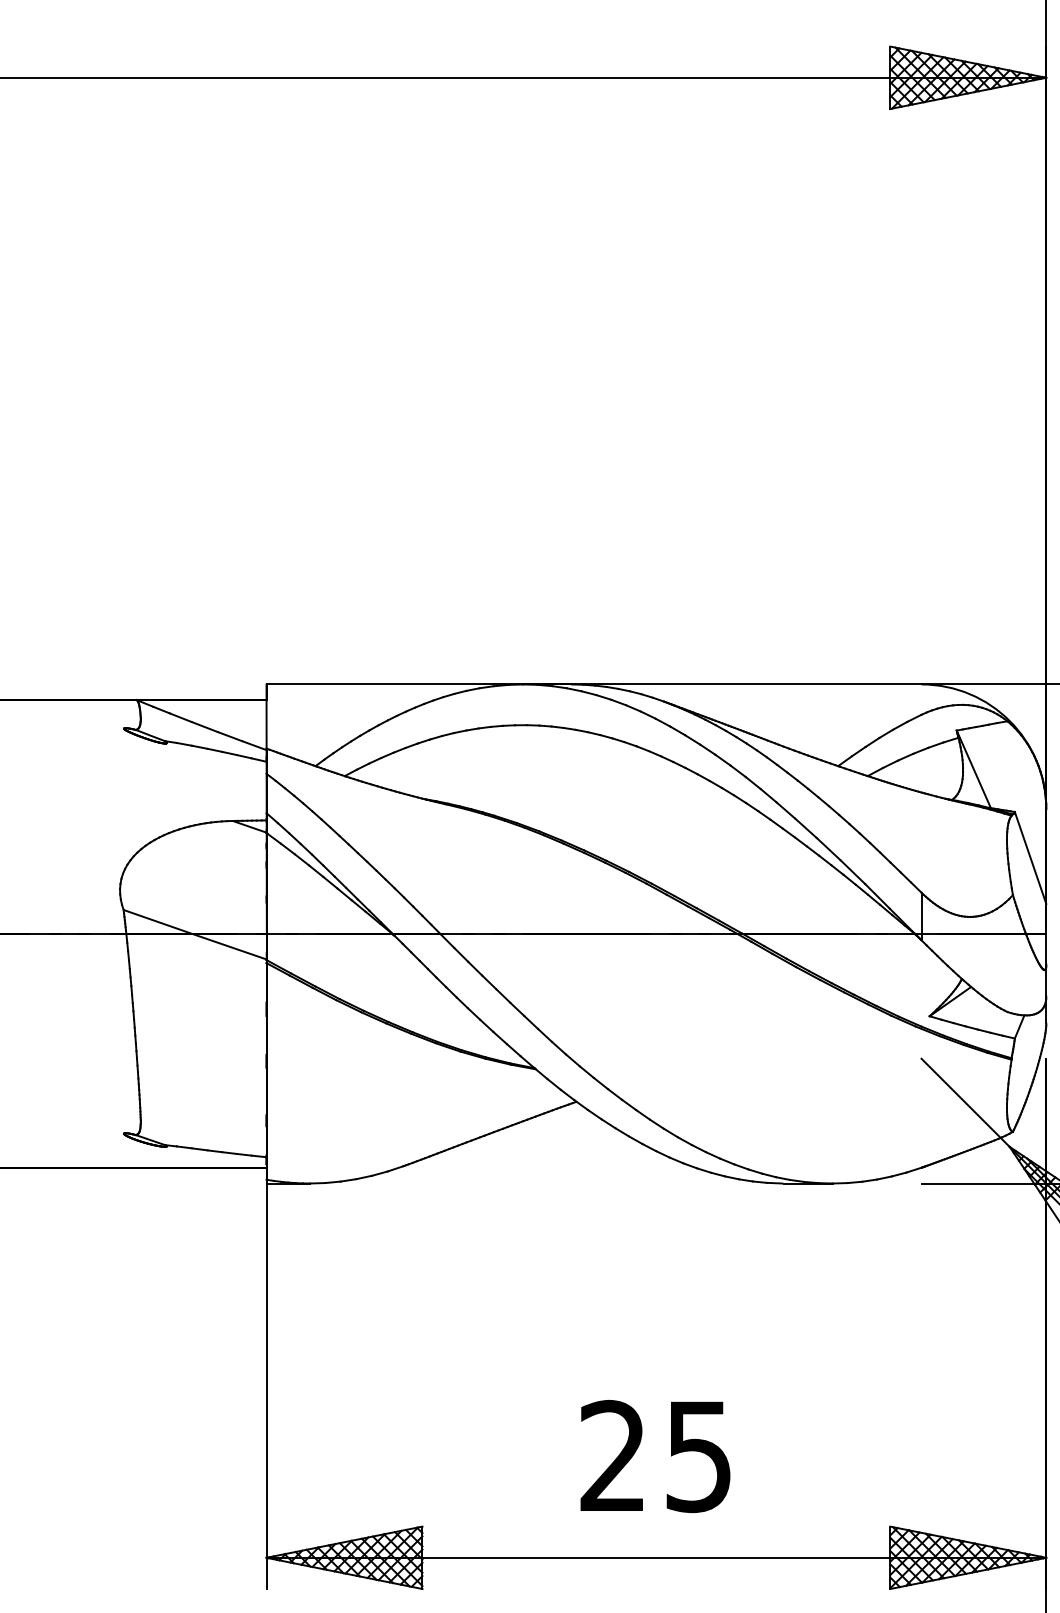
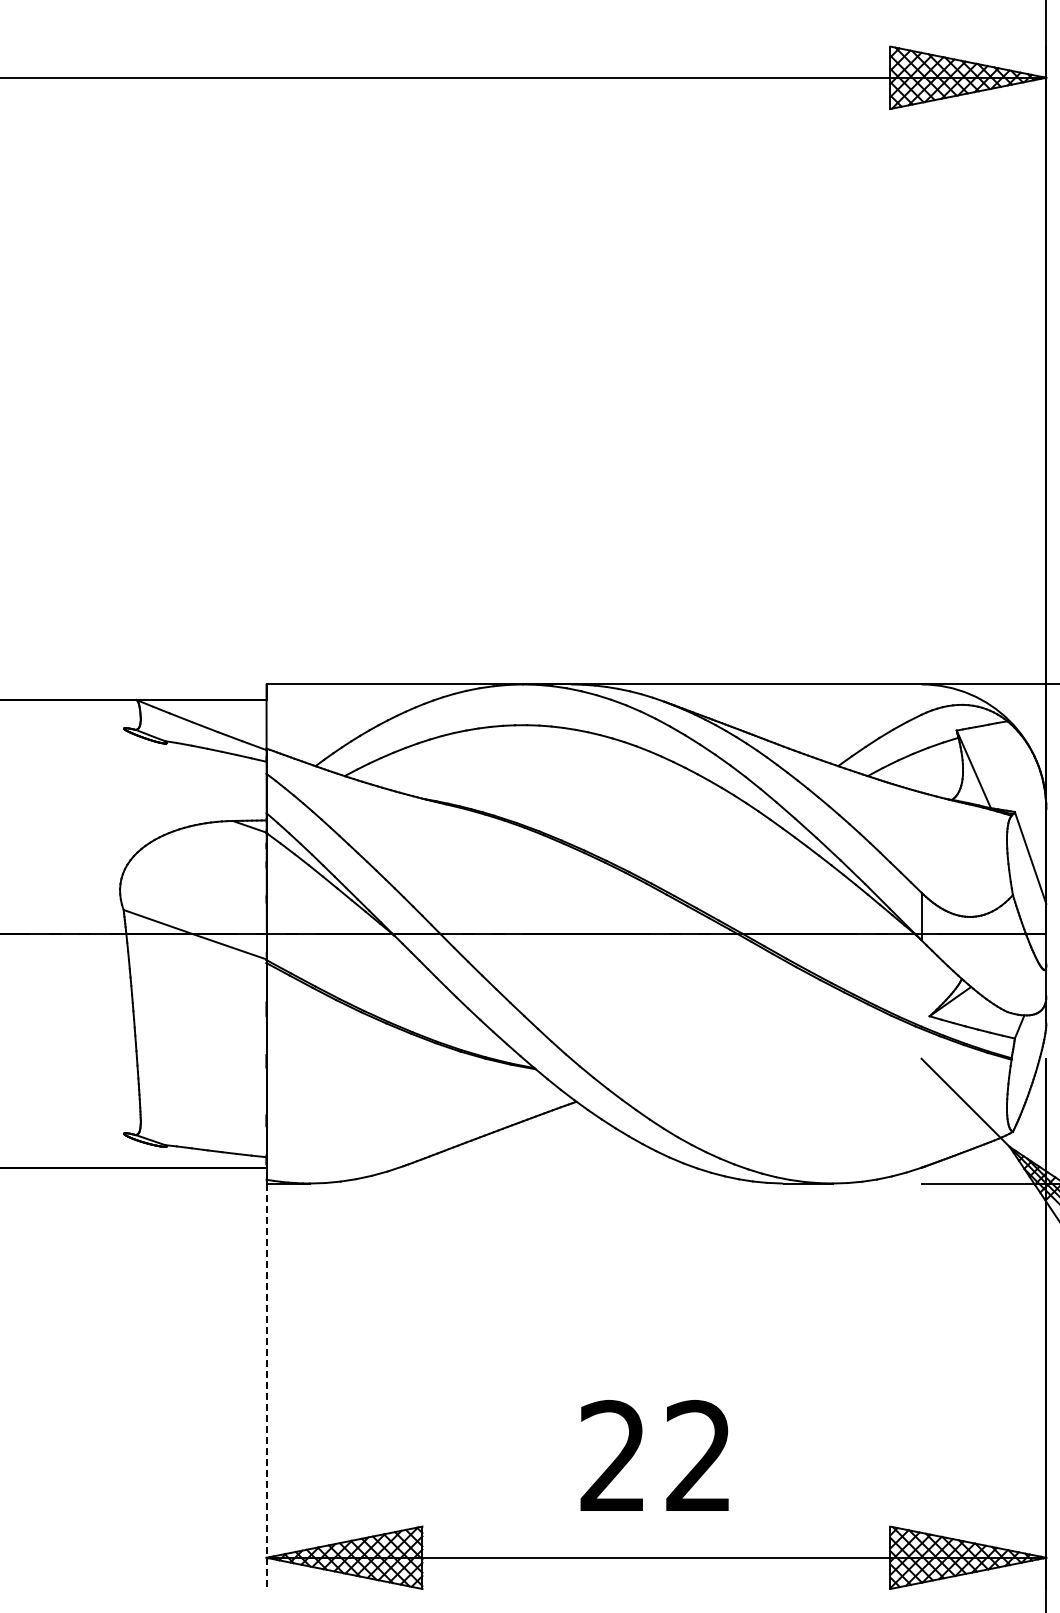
line at (266, 1386): solid -> dashed
text at (698, 1456): 25 -> 22
